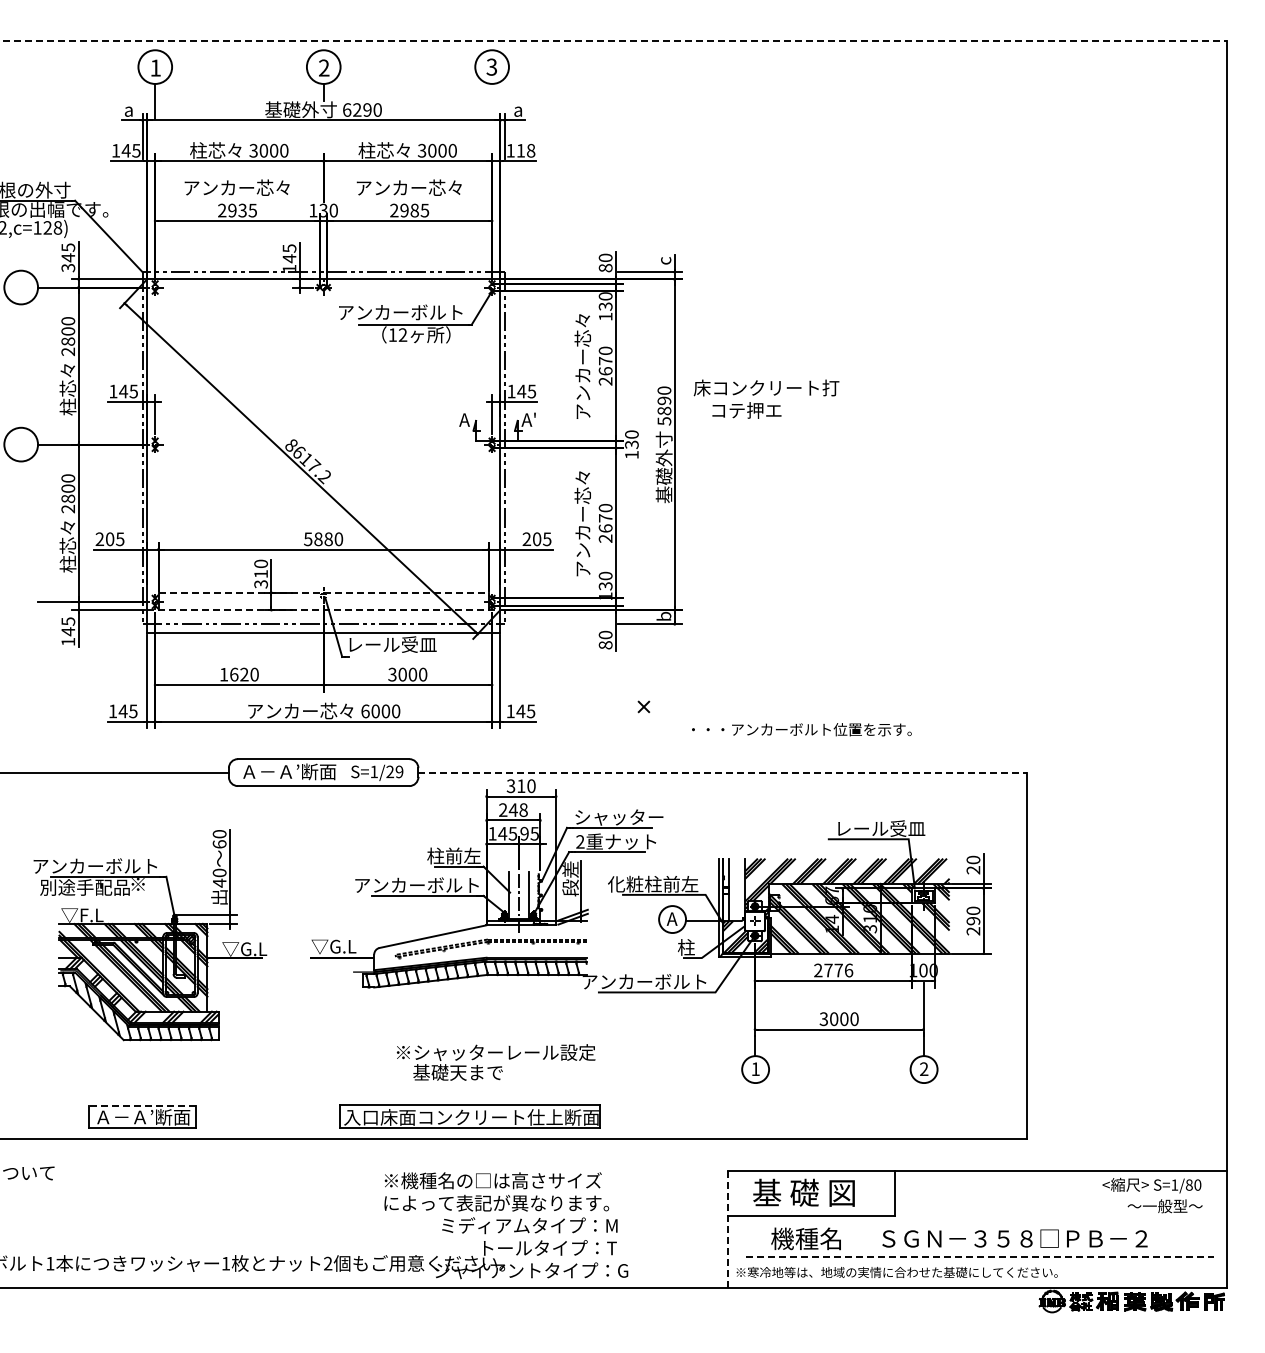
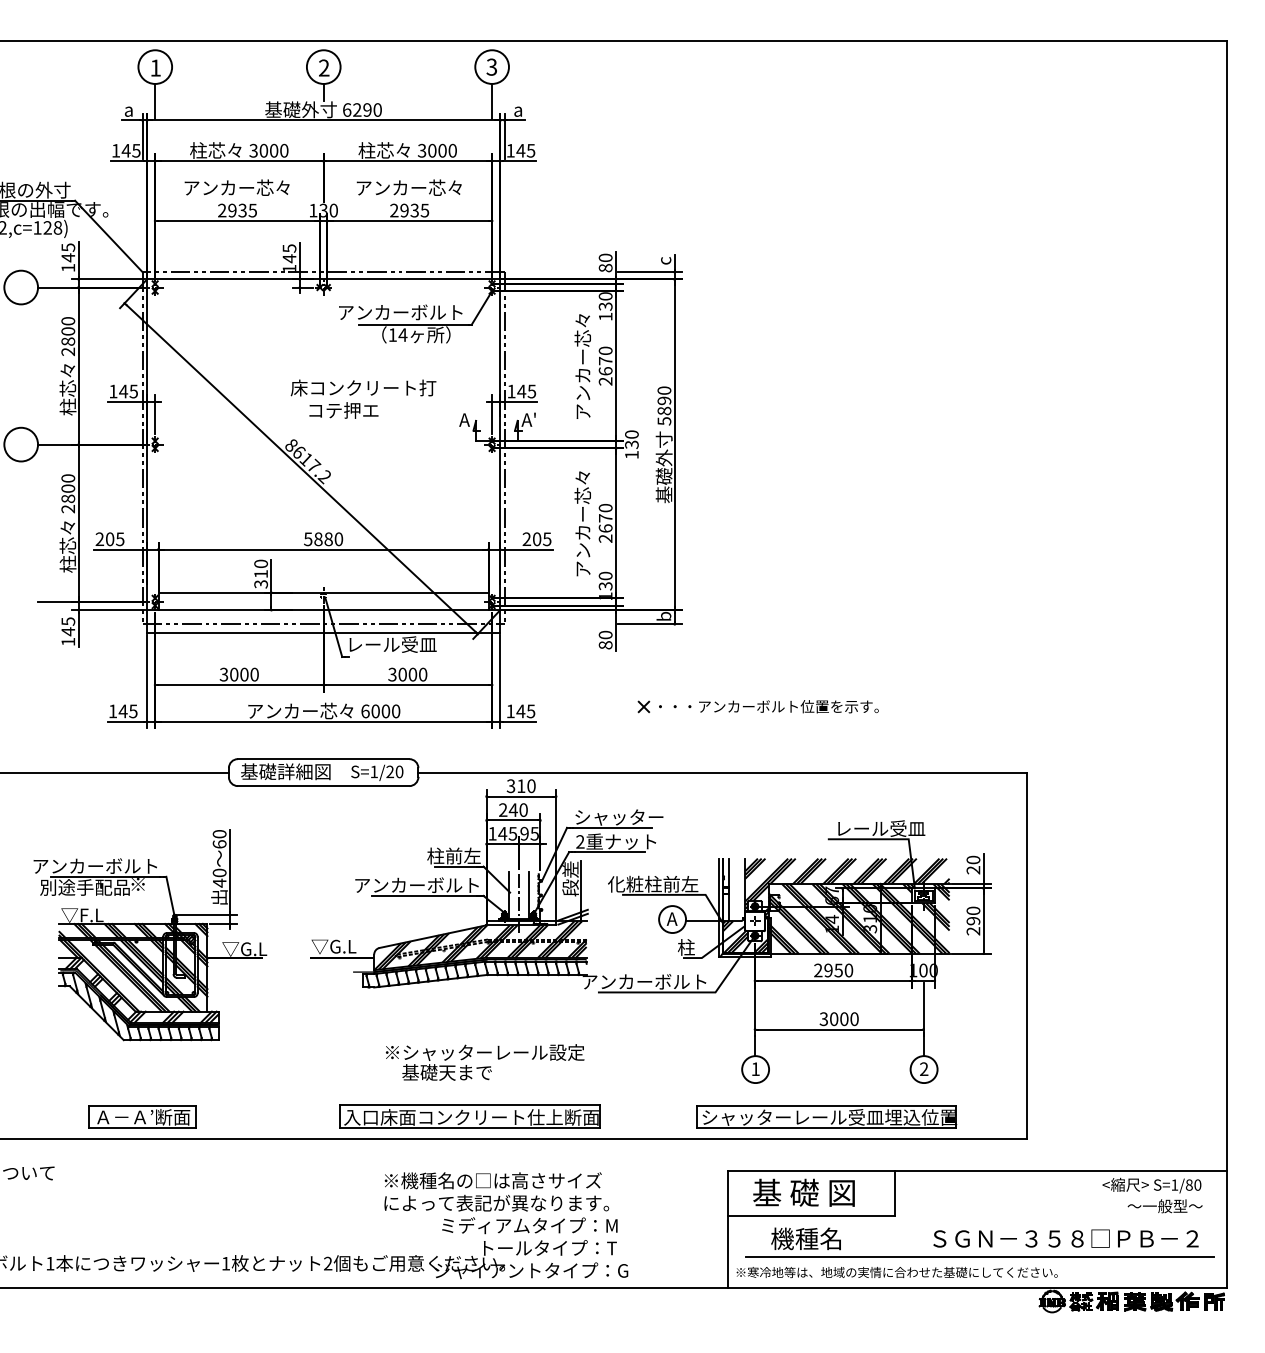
line at (614, 40): dashed -> solid
line at (492, 101): none -> present
text at (525, 150): 118 -> 145
text at (414, 210): 2985 -> 2935
text at (68, 268): 345 -> 145
text at (402, 334): 12 -> 14
text at (766, 398) position: (766, 398) -> (363, 398)
line at (324, 592): dashed -> solid
line at (323, 610): dashed -> solid
text at (233, 674): 1620 -> 3000
text at (801, 729) position: (801, 729) -> (768, 706)
text at (288, 771): Ａ－Ａ’断面 -> 基礎詳細図
text at (399, 771): S=1/29 -> S=1/20
line at (723, 772): dashed -> solid
text at (523, 809): 248 -> 240
hatch at (480, 945): none -> present
text at (838, 970): 2776 -> 2950
text at (496, 1062) position: (496, 1062) -> (485, 1062)
line at (142, 1105): dashed -> solid
part at (826, 1116): none -> present
line at (728, 1229): dashed -> solid
text at (1014, 1238) position: (1014, 1238) -> (1065, 1238)
line at (979, 1256): dashed -> solid
